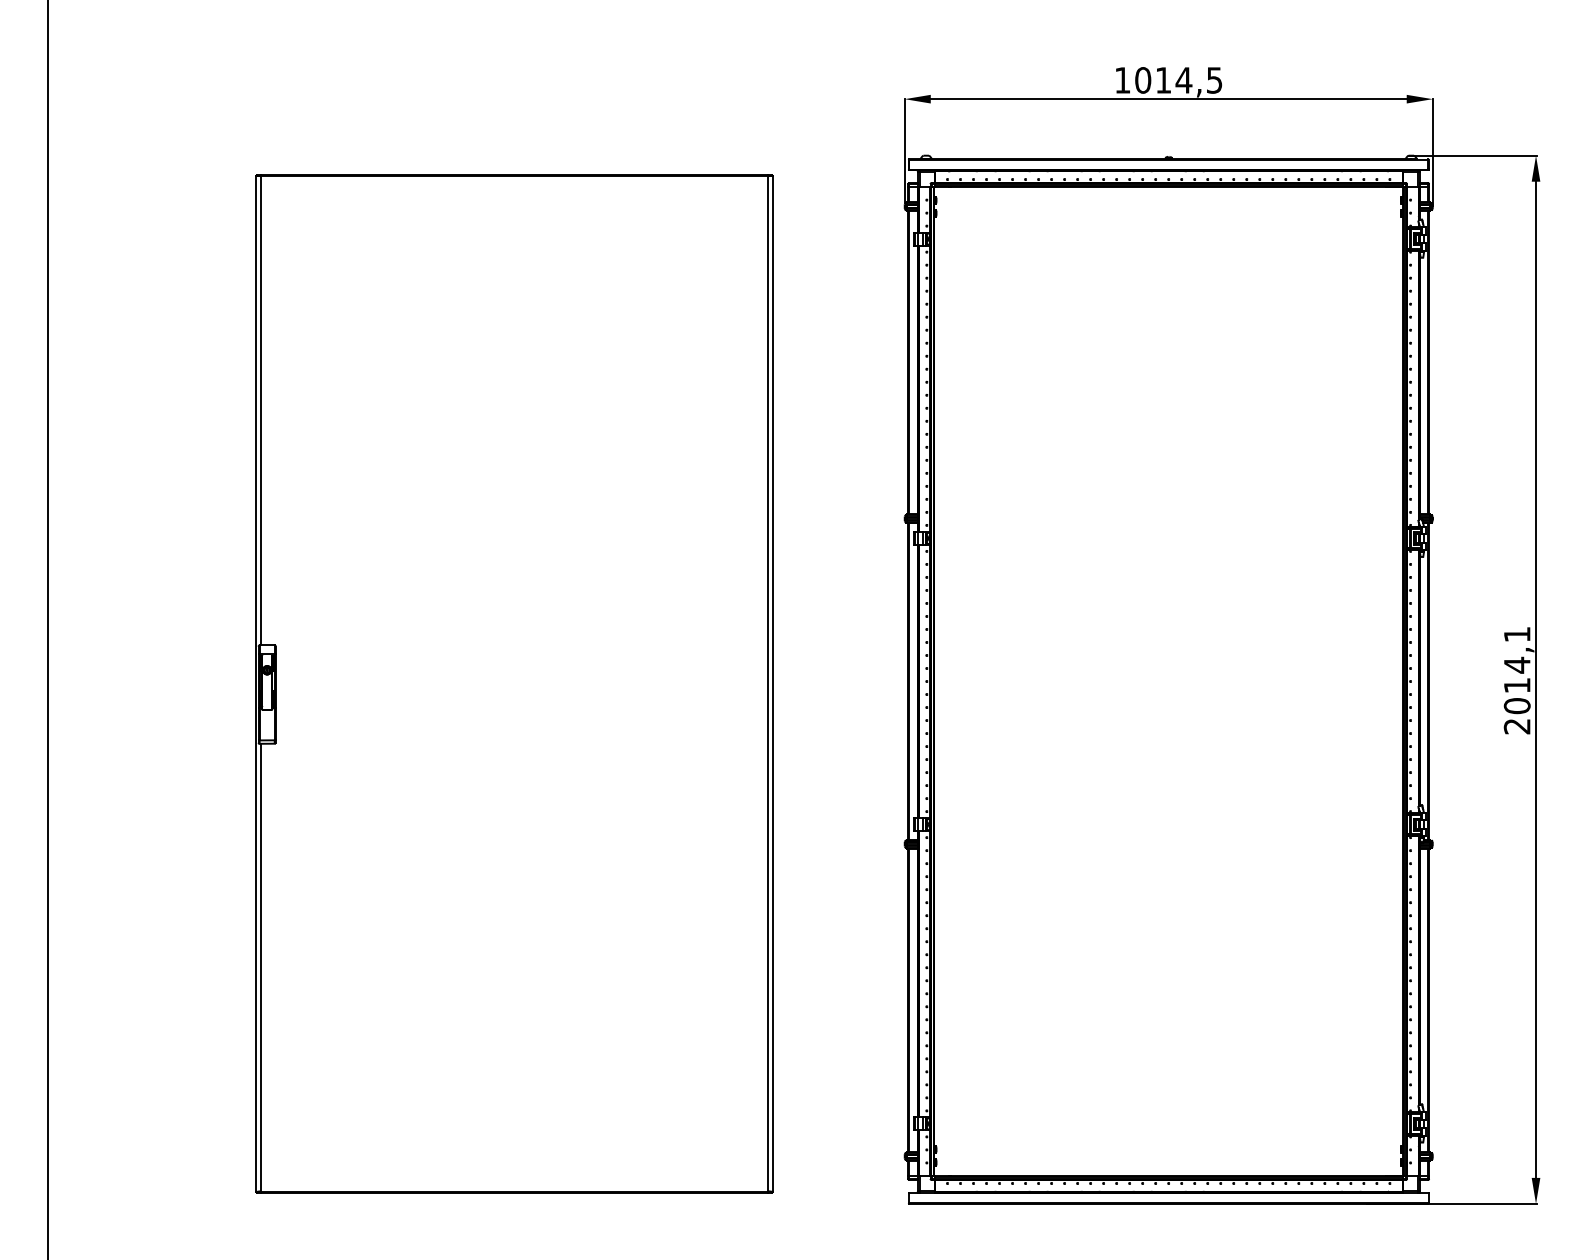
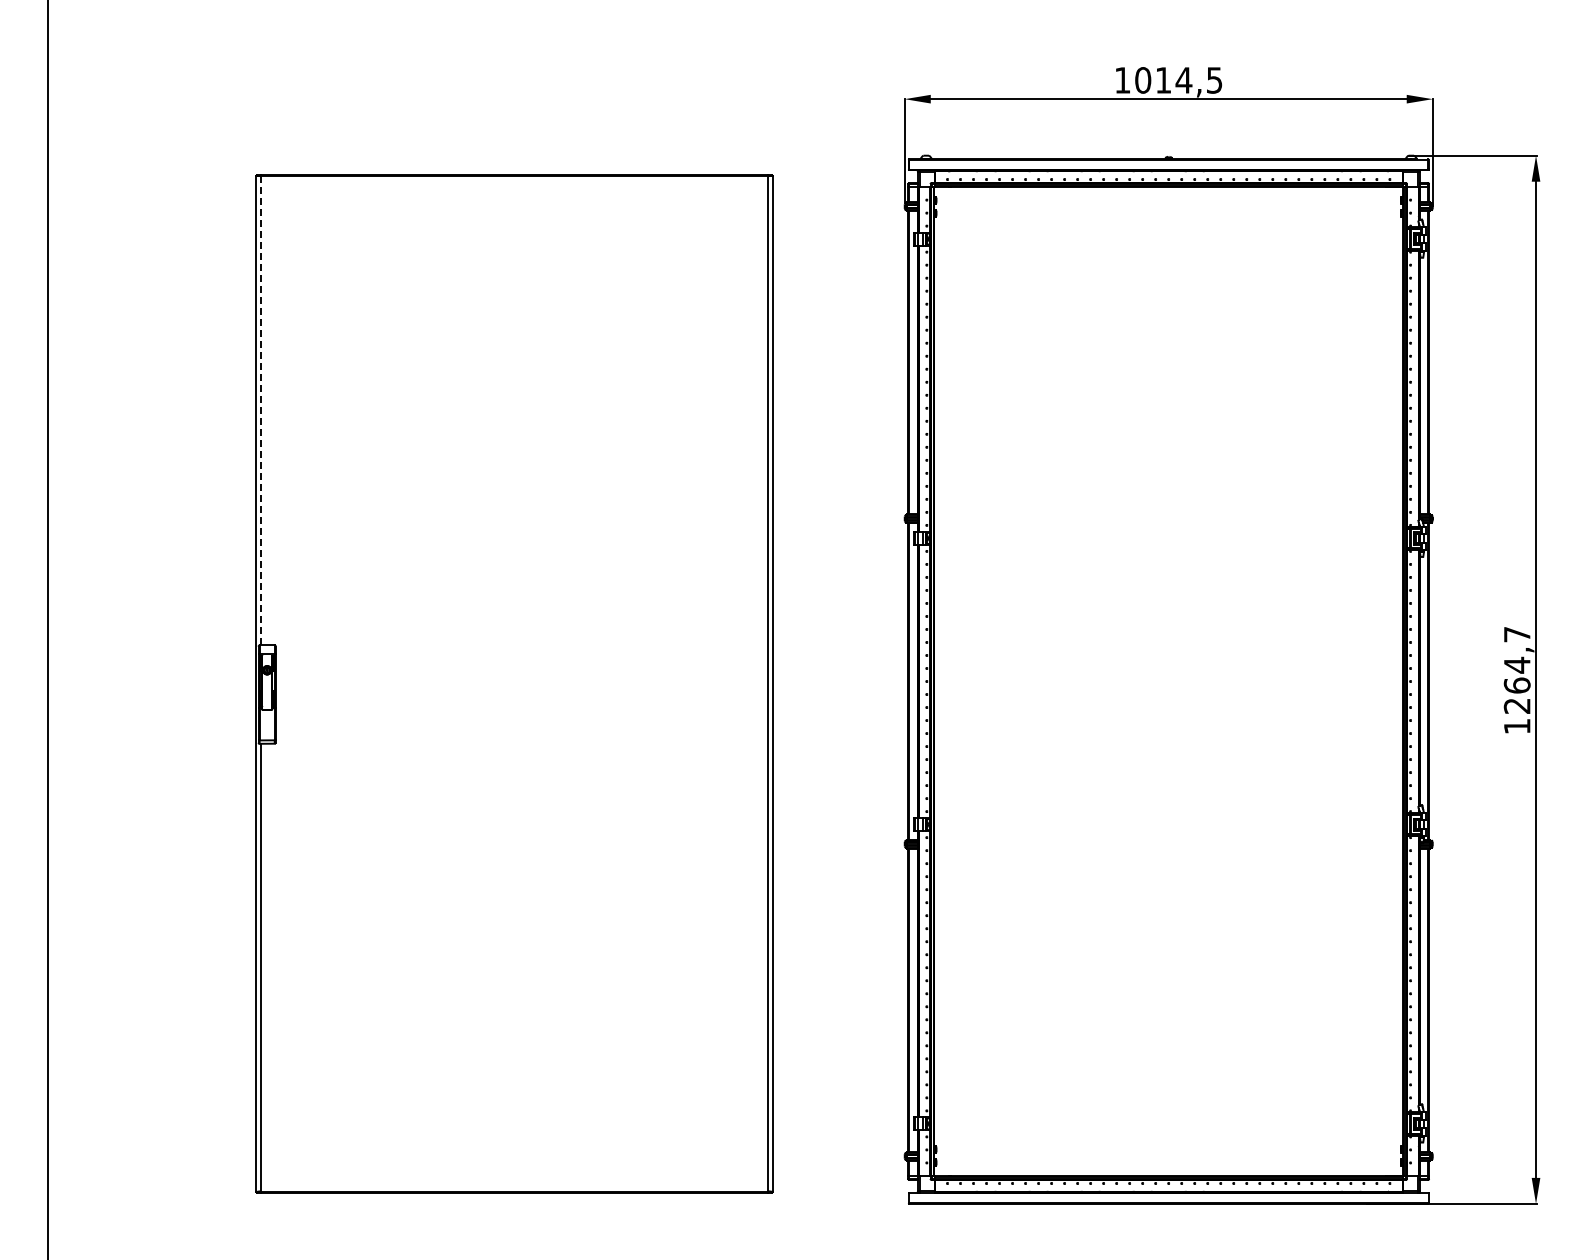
line at (260, 410): solid -> dashed
text at (1516, 680): 2014,1 -> 1264,7
